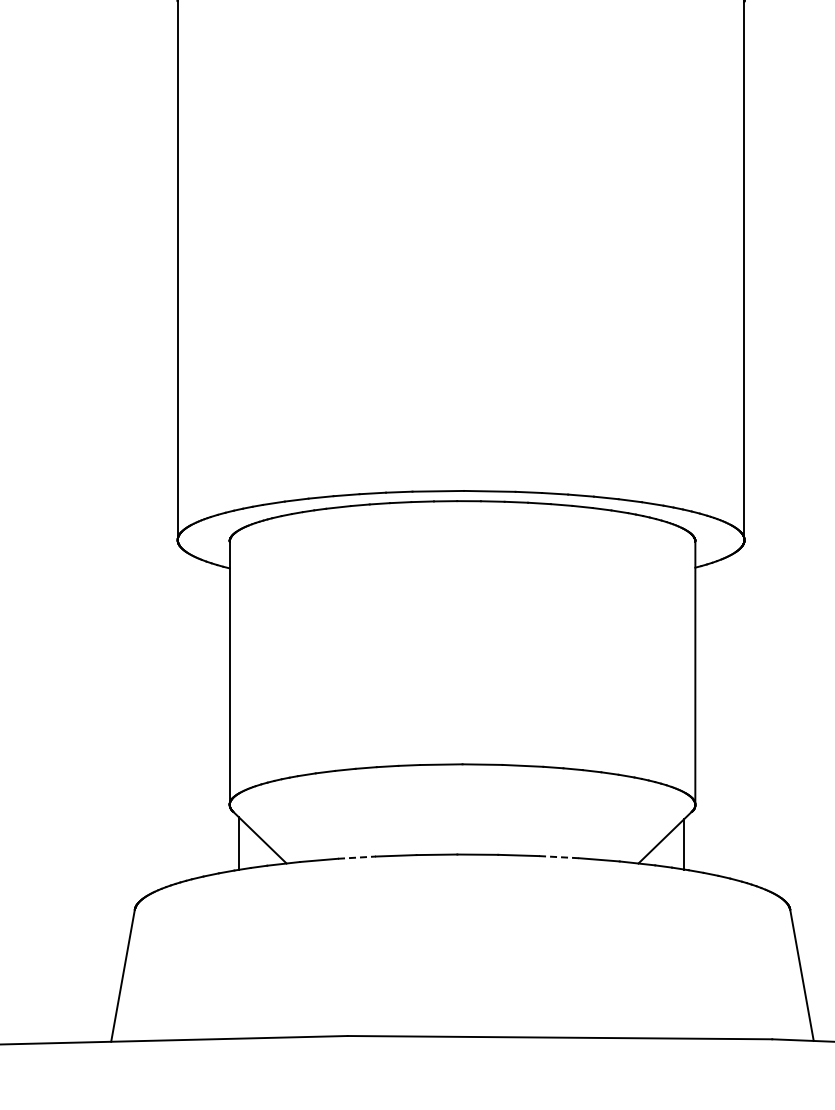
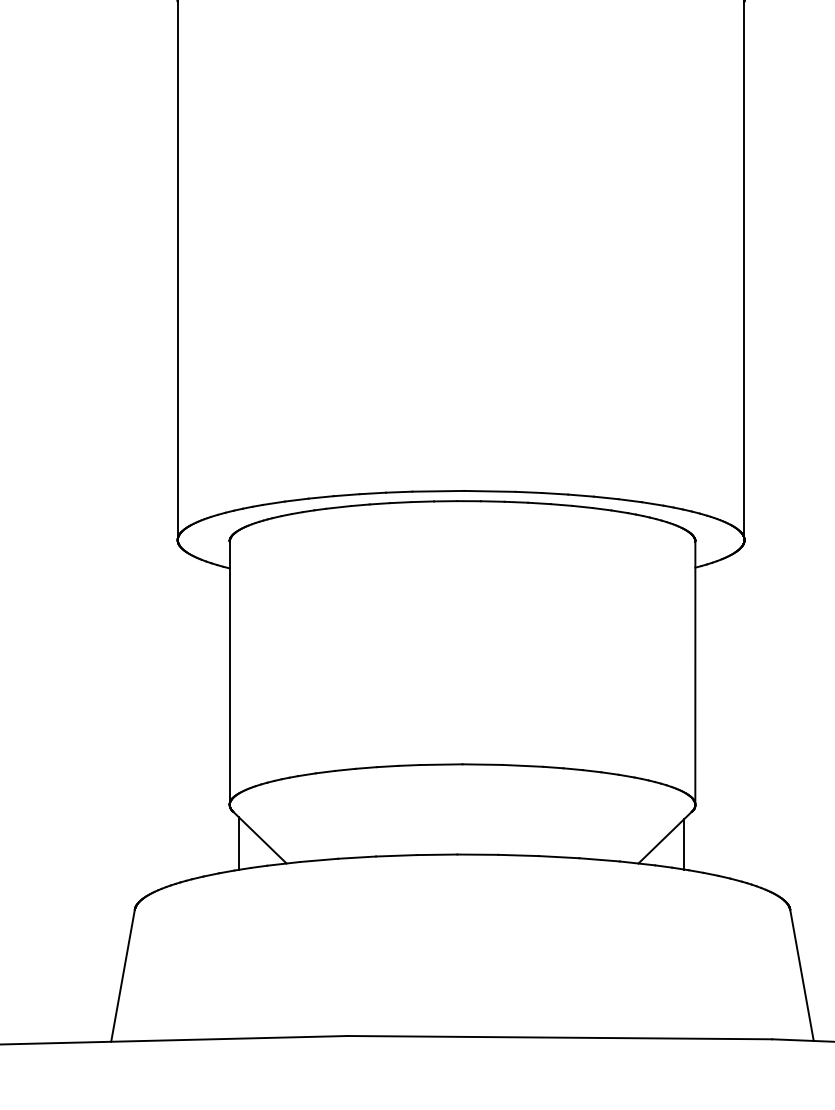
line at (357, 857): dashed -> solid
line at (559, 857): dashed -> solid
